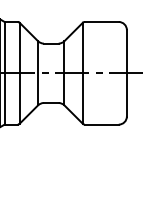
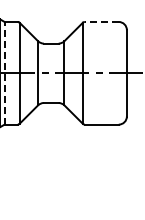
line at (101, 21): solid -> dashed
line at (4, 72): solid -> dashed
